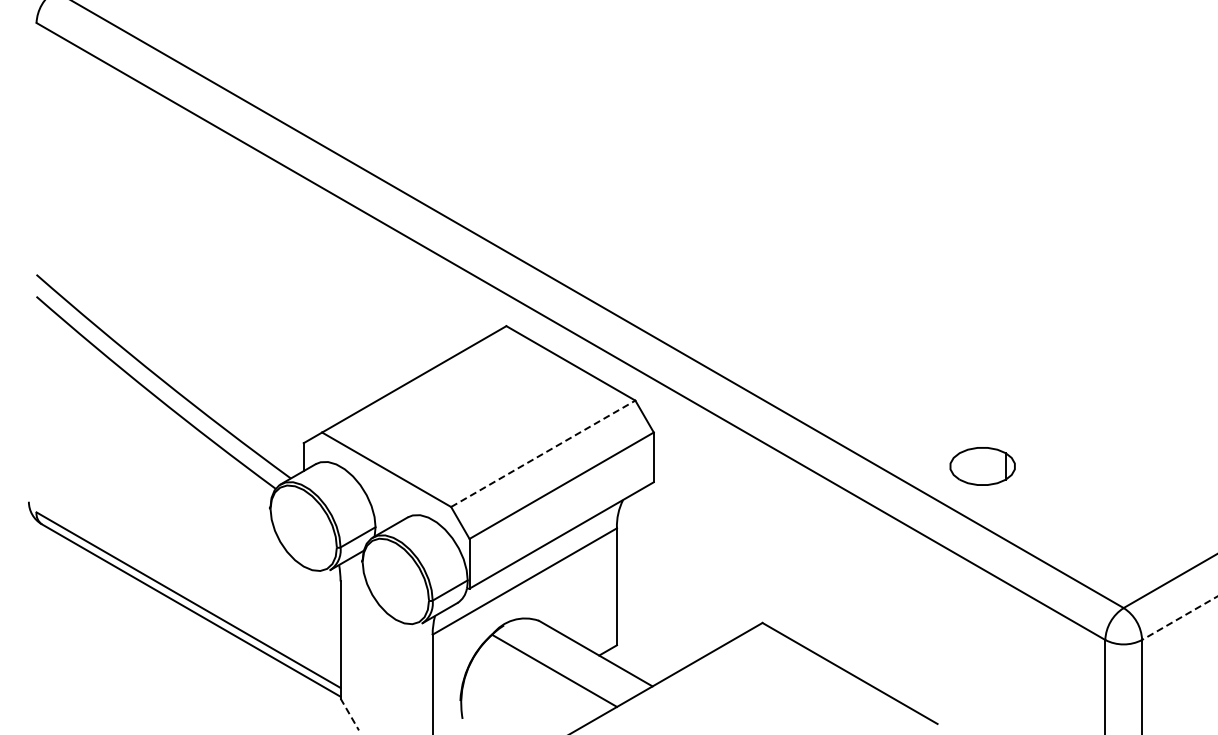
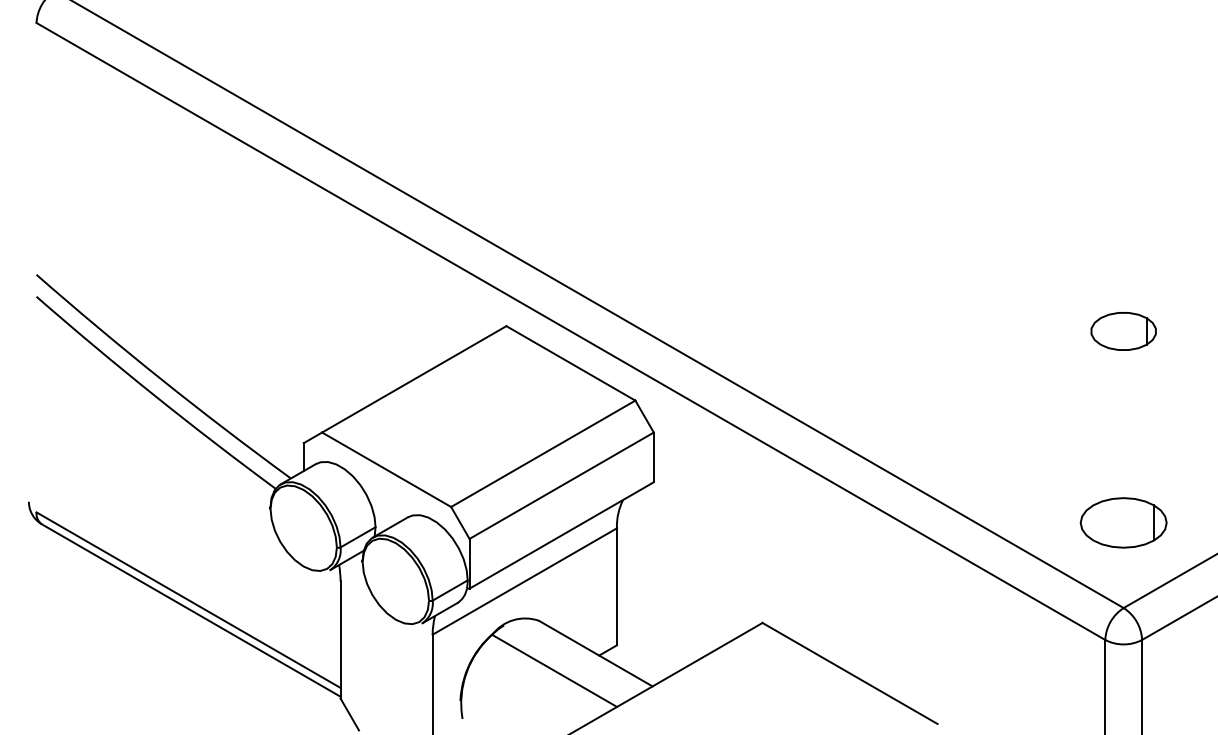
line at (543, 453): dashed -> solid
part at (982, 466) position: (982, 466) -> (1123, 331)
part at (1123, 522): none -> present
line at (1179, 618): dashed -> solid
line at (350, 714): dashed -> solid
